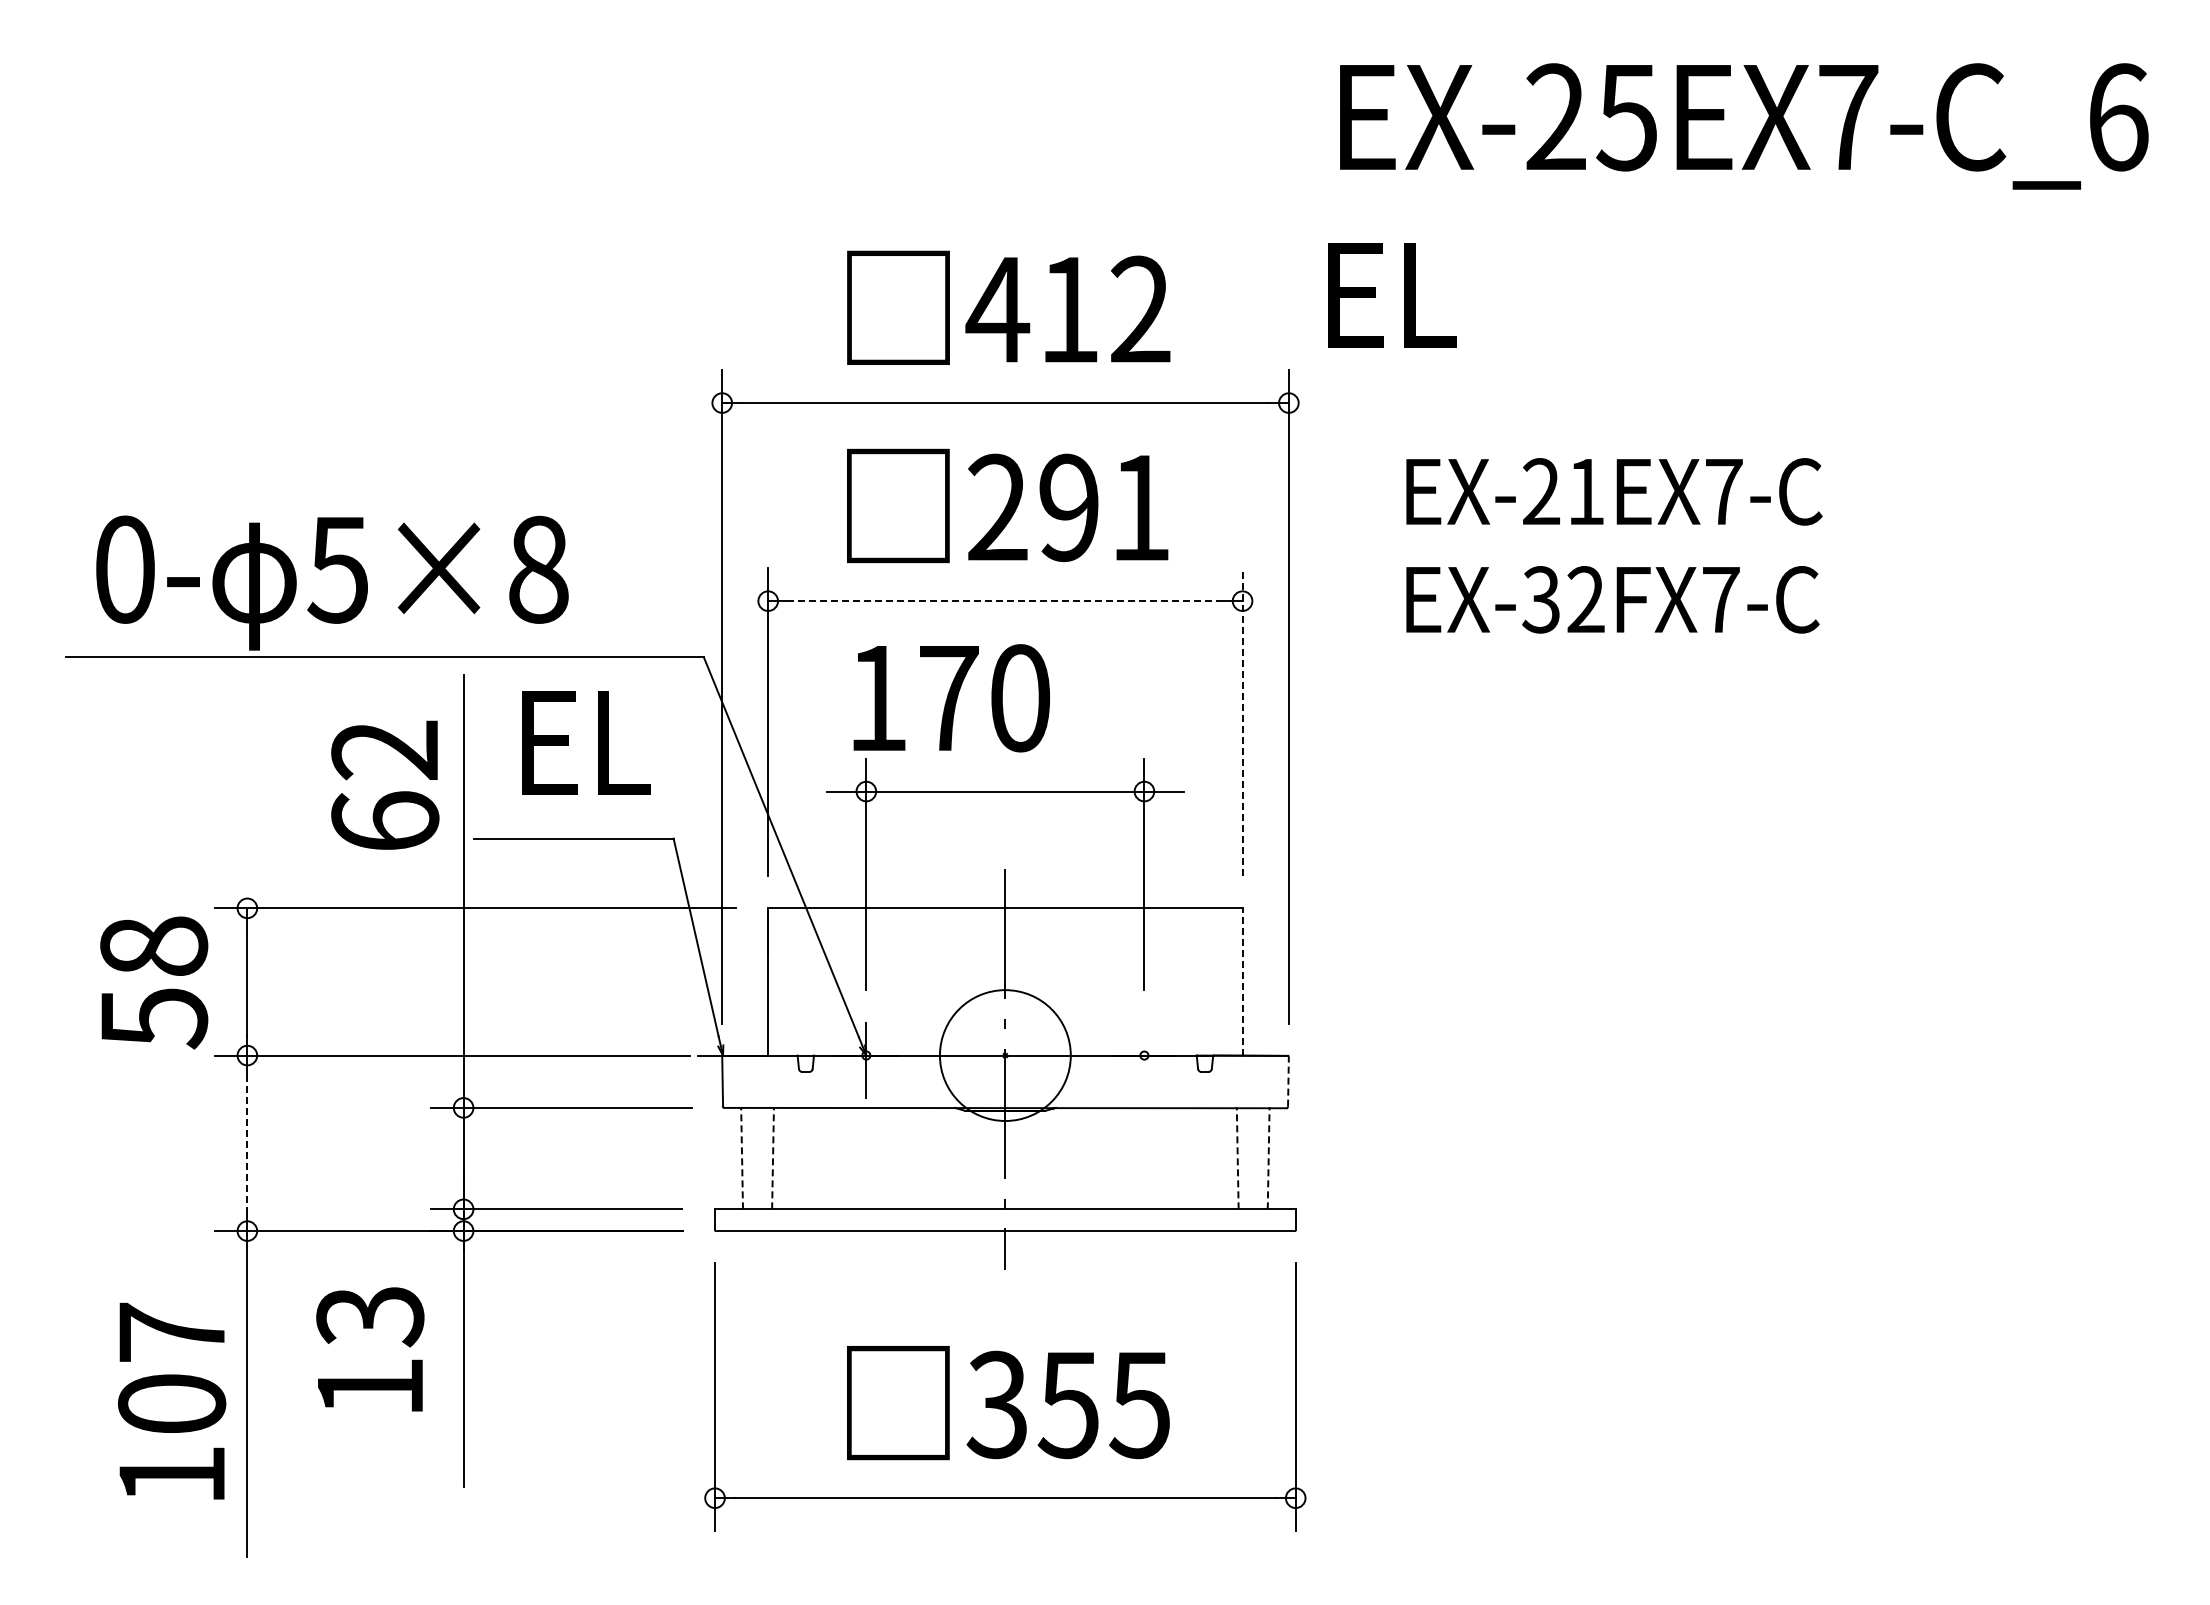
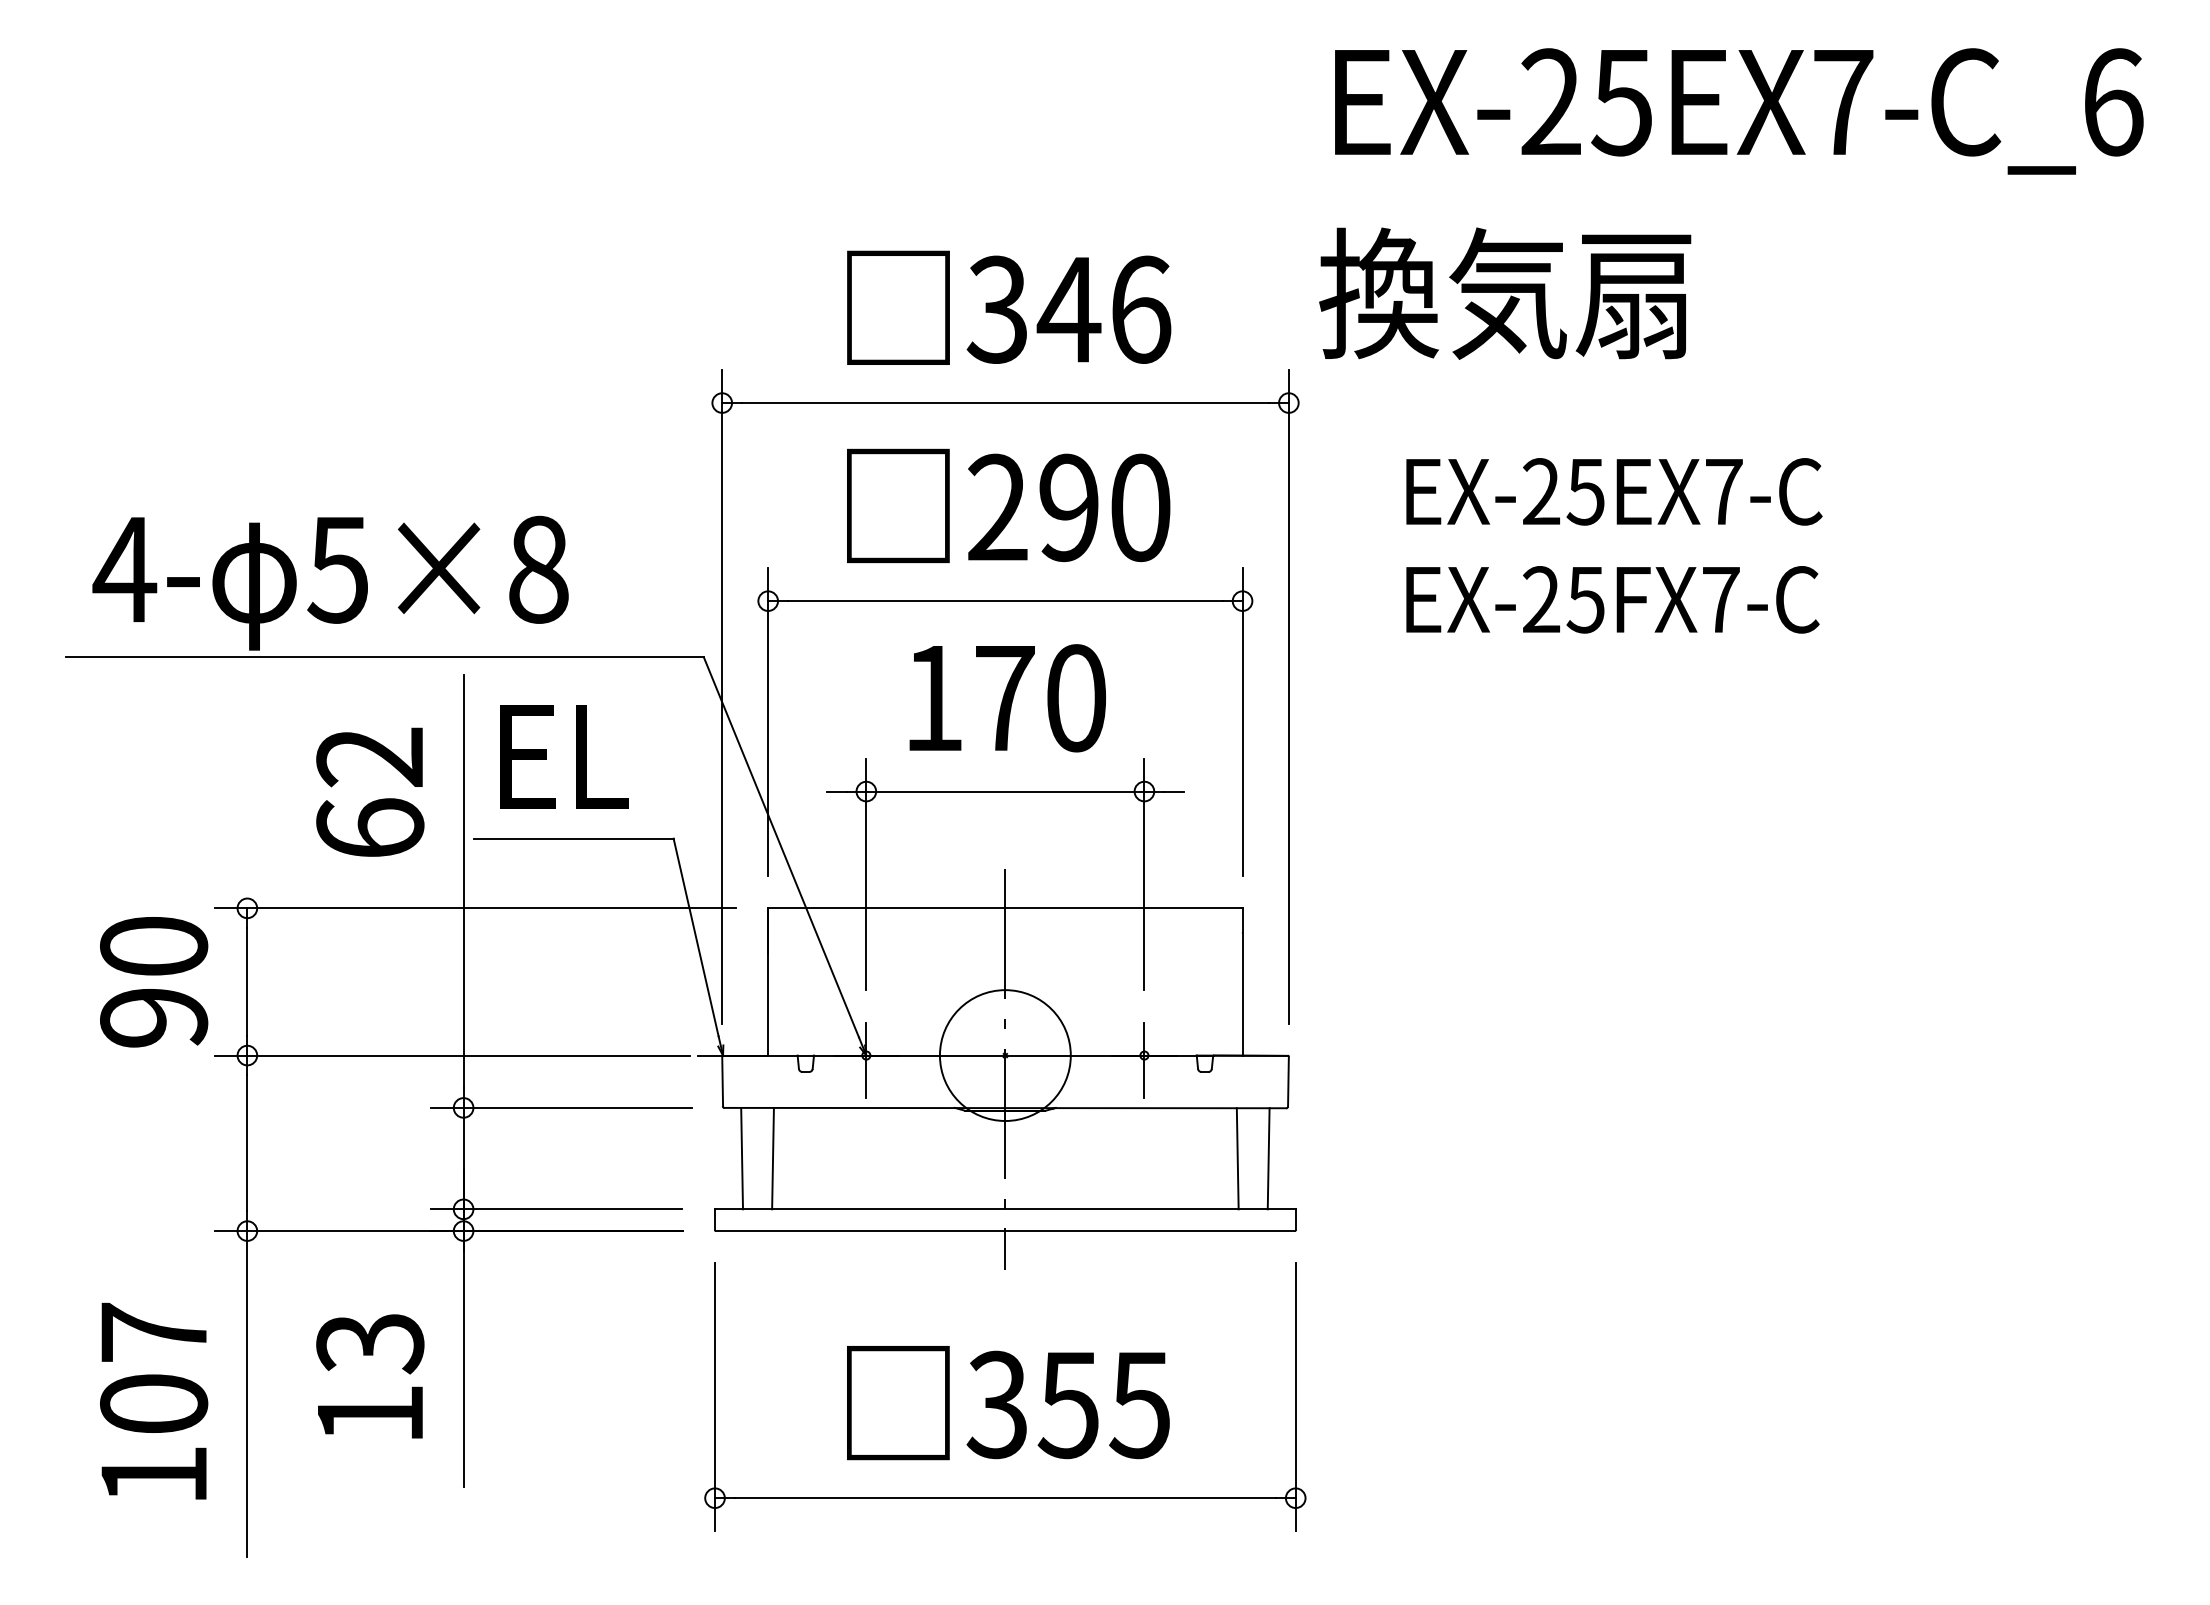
text at (1744, 126) position: (1744, 126) -> (1739, 111)
text at (1505, 293): EL -> 換気扇
text at (1068, 309): 412 -> 346
text at (1585, 492): EX-21EX7-C -> EX-25EX7-C
text at (1140, 507): 291 -> 290
text at (124, 569): 0- -> 4-
text at (1563, 599): EX-32FX7-C -> EX-25FX7-C
line at (1005, 601): dashed -> solid
text at (951, 698) position: (951, 698) -> (1007, 698)
line at (1242, 722): dashed -> solid
text at (586, 742) position: (586, 742) -> (564, 756)
text at (385, 784) position: (385, 784) -> (370, 791)
line at (1242, 981): dashed -> solid
text at (154, 982): 58 -> 90
line at (1144, 1060): none -> present
line at (1288, 1081): dashed -> solid
line at (247, 1143): dashed -> solid
line at (742, 1158): dashed -> solid
line at (773, 1158): dashed -> solid
line at (1237, 1158): dashed -> solid
line at (1268, 1158): dashed -> solid
text at (370, 1349) position: (370, 1349) -> (370, 1376)
text at (172, 1400) position: (172, 1400) -> (154, 1400)
